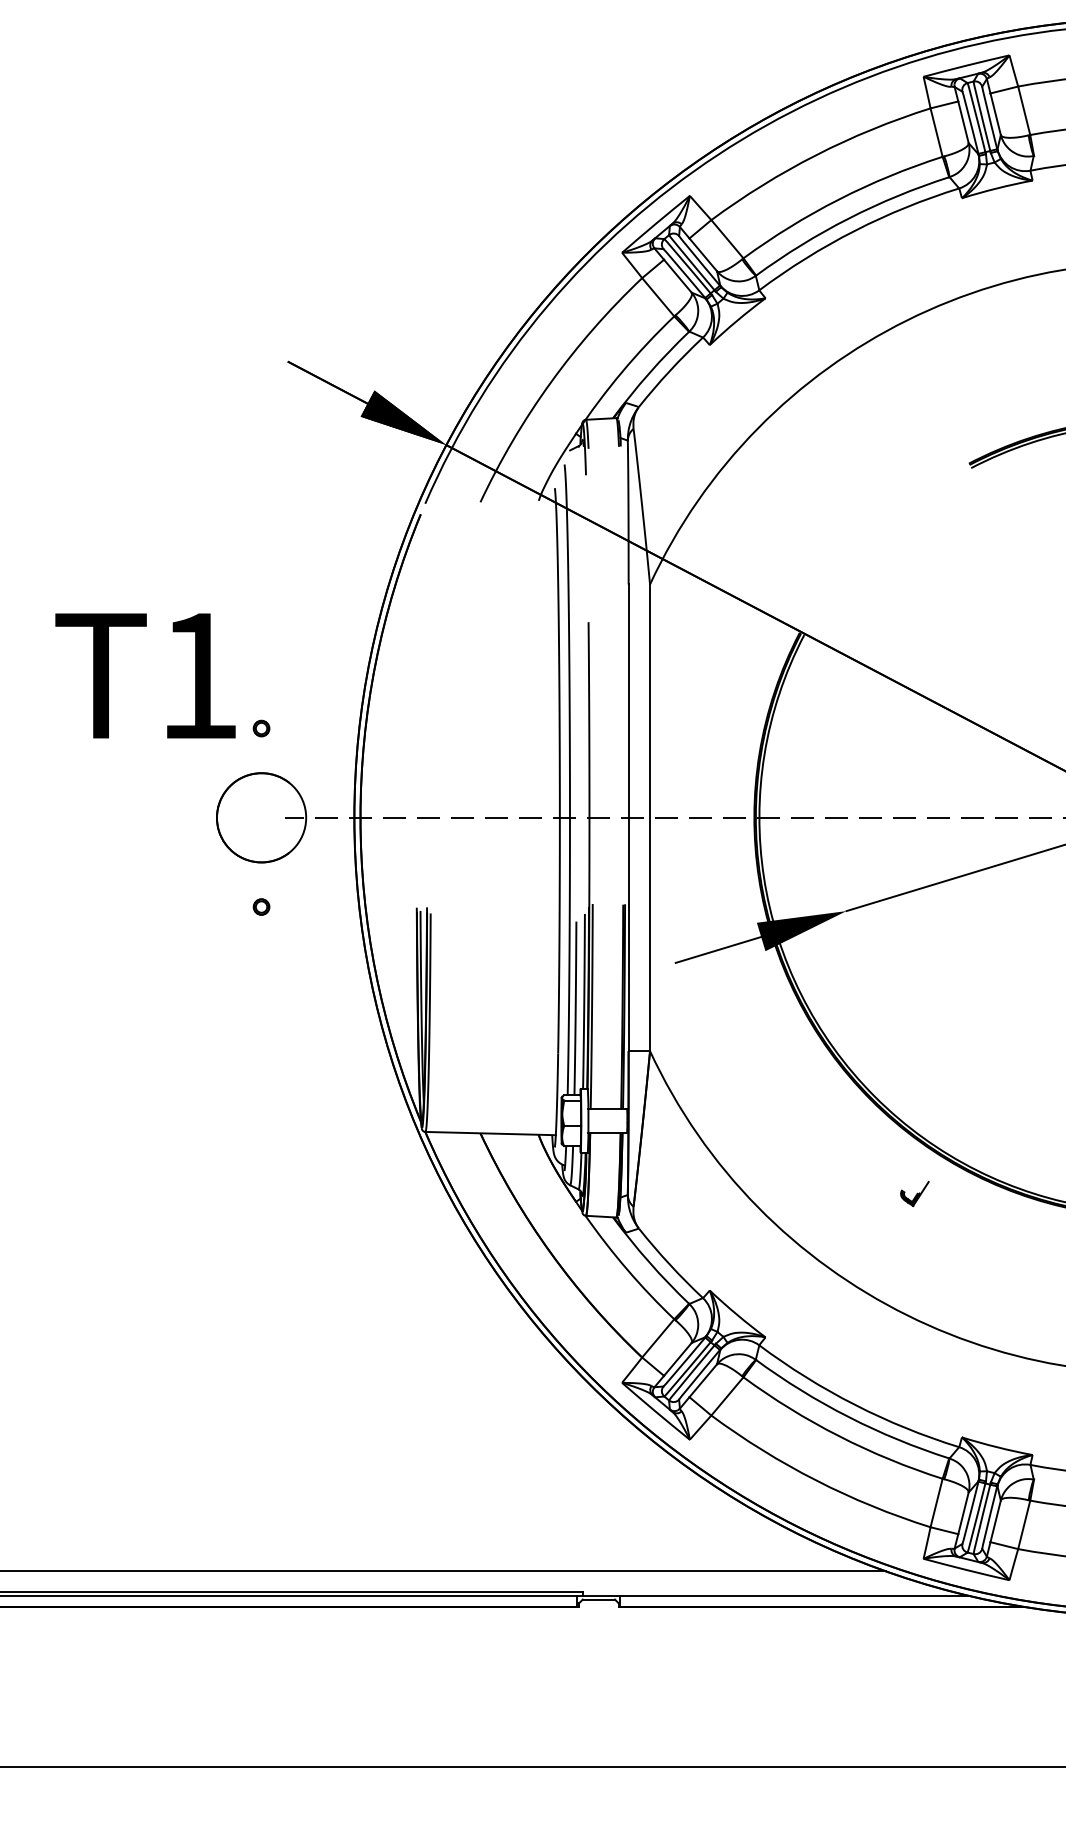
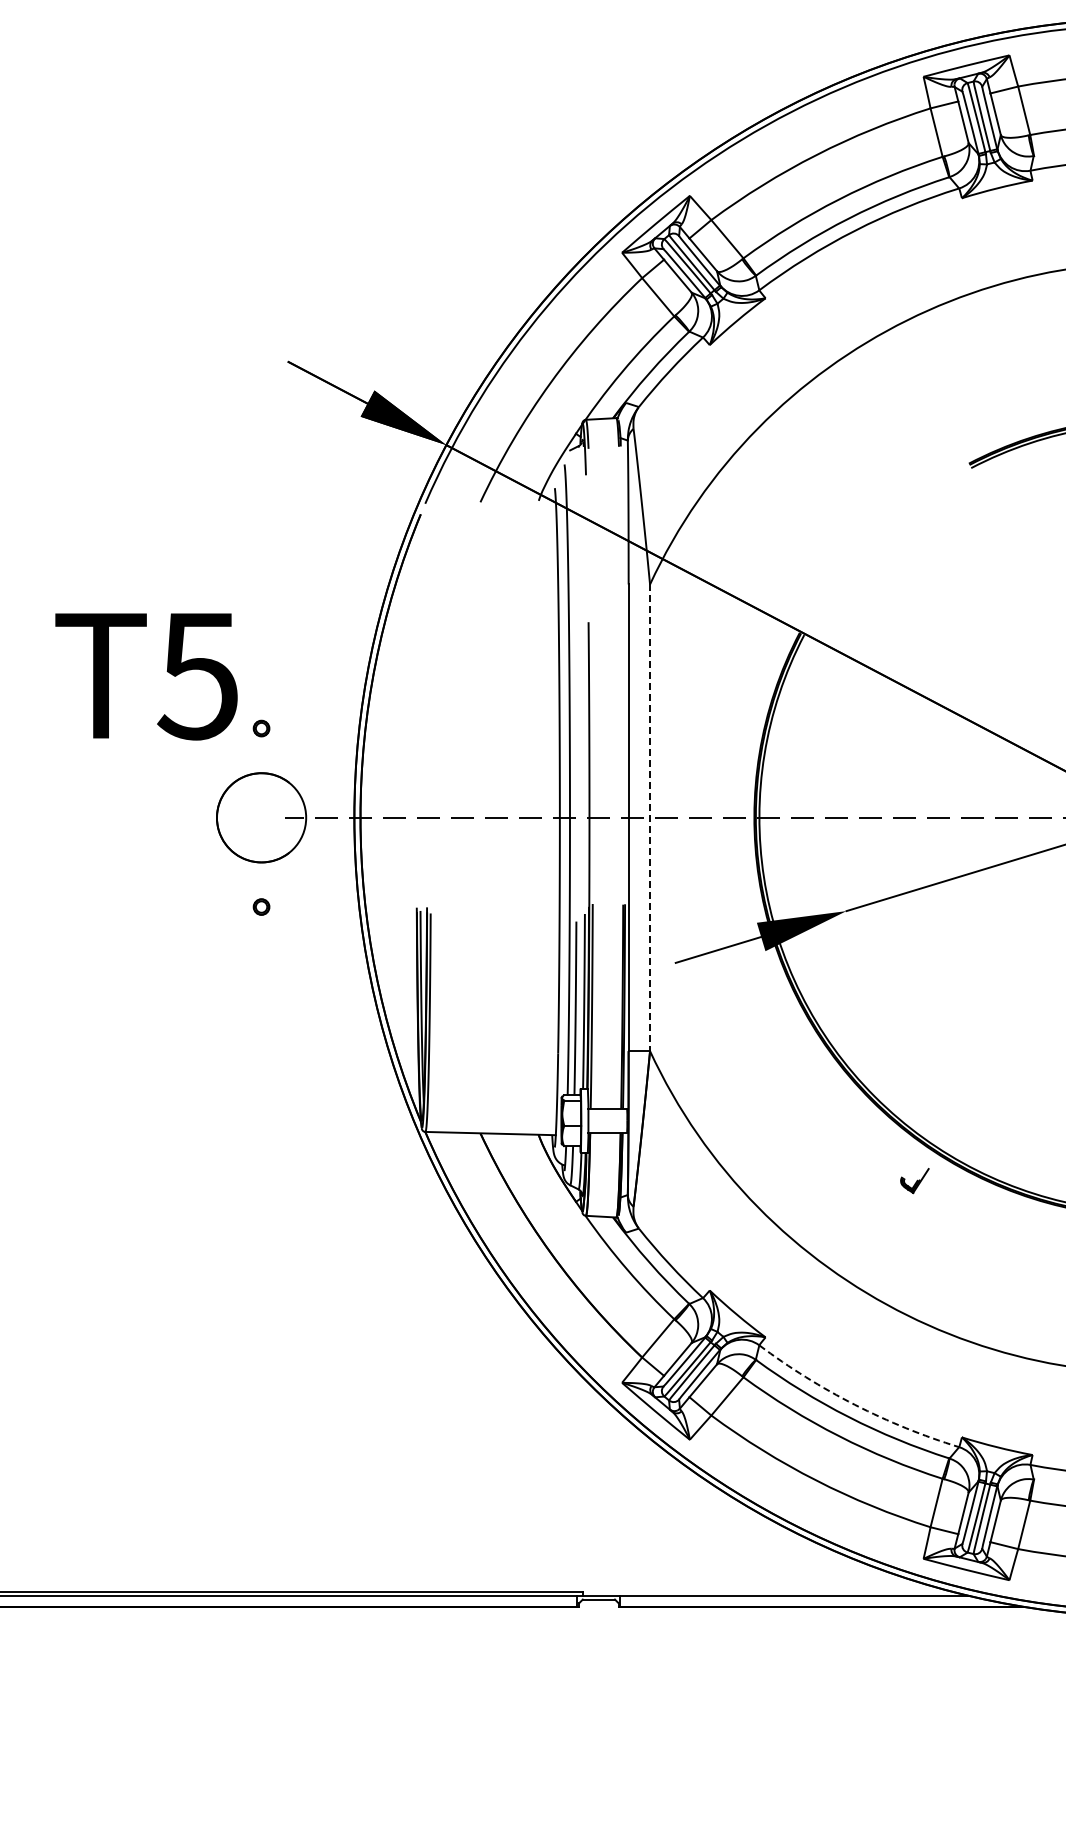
text at (197, 676): T1 -> T5
line at (650, 818): solid -> dashed
part at (914, 1194) position: (914, 1194) -> (914, 1181)
arc at (854, 1404): solid -> dashed
line at (443, 1571): present -> none
line at (532, 1767): present -> none
